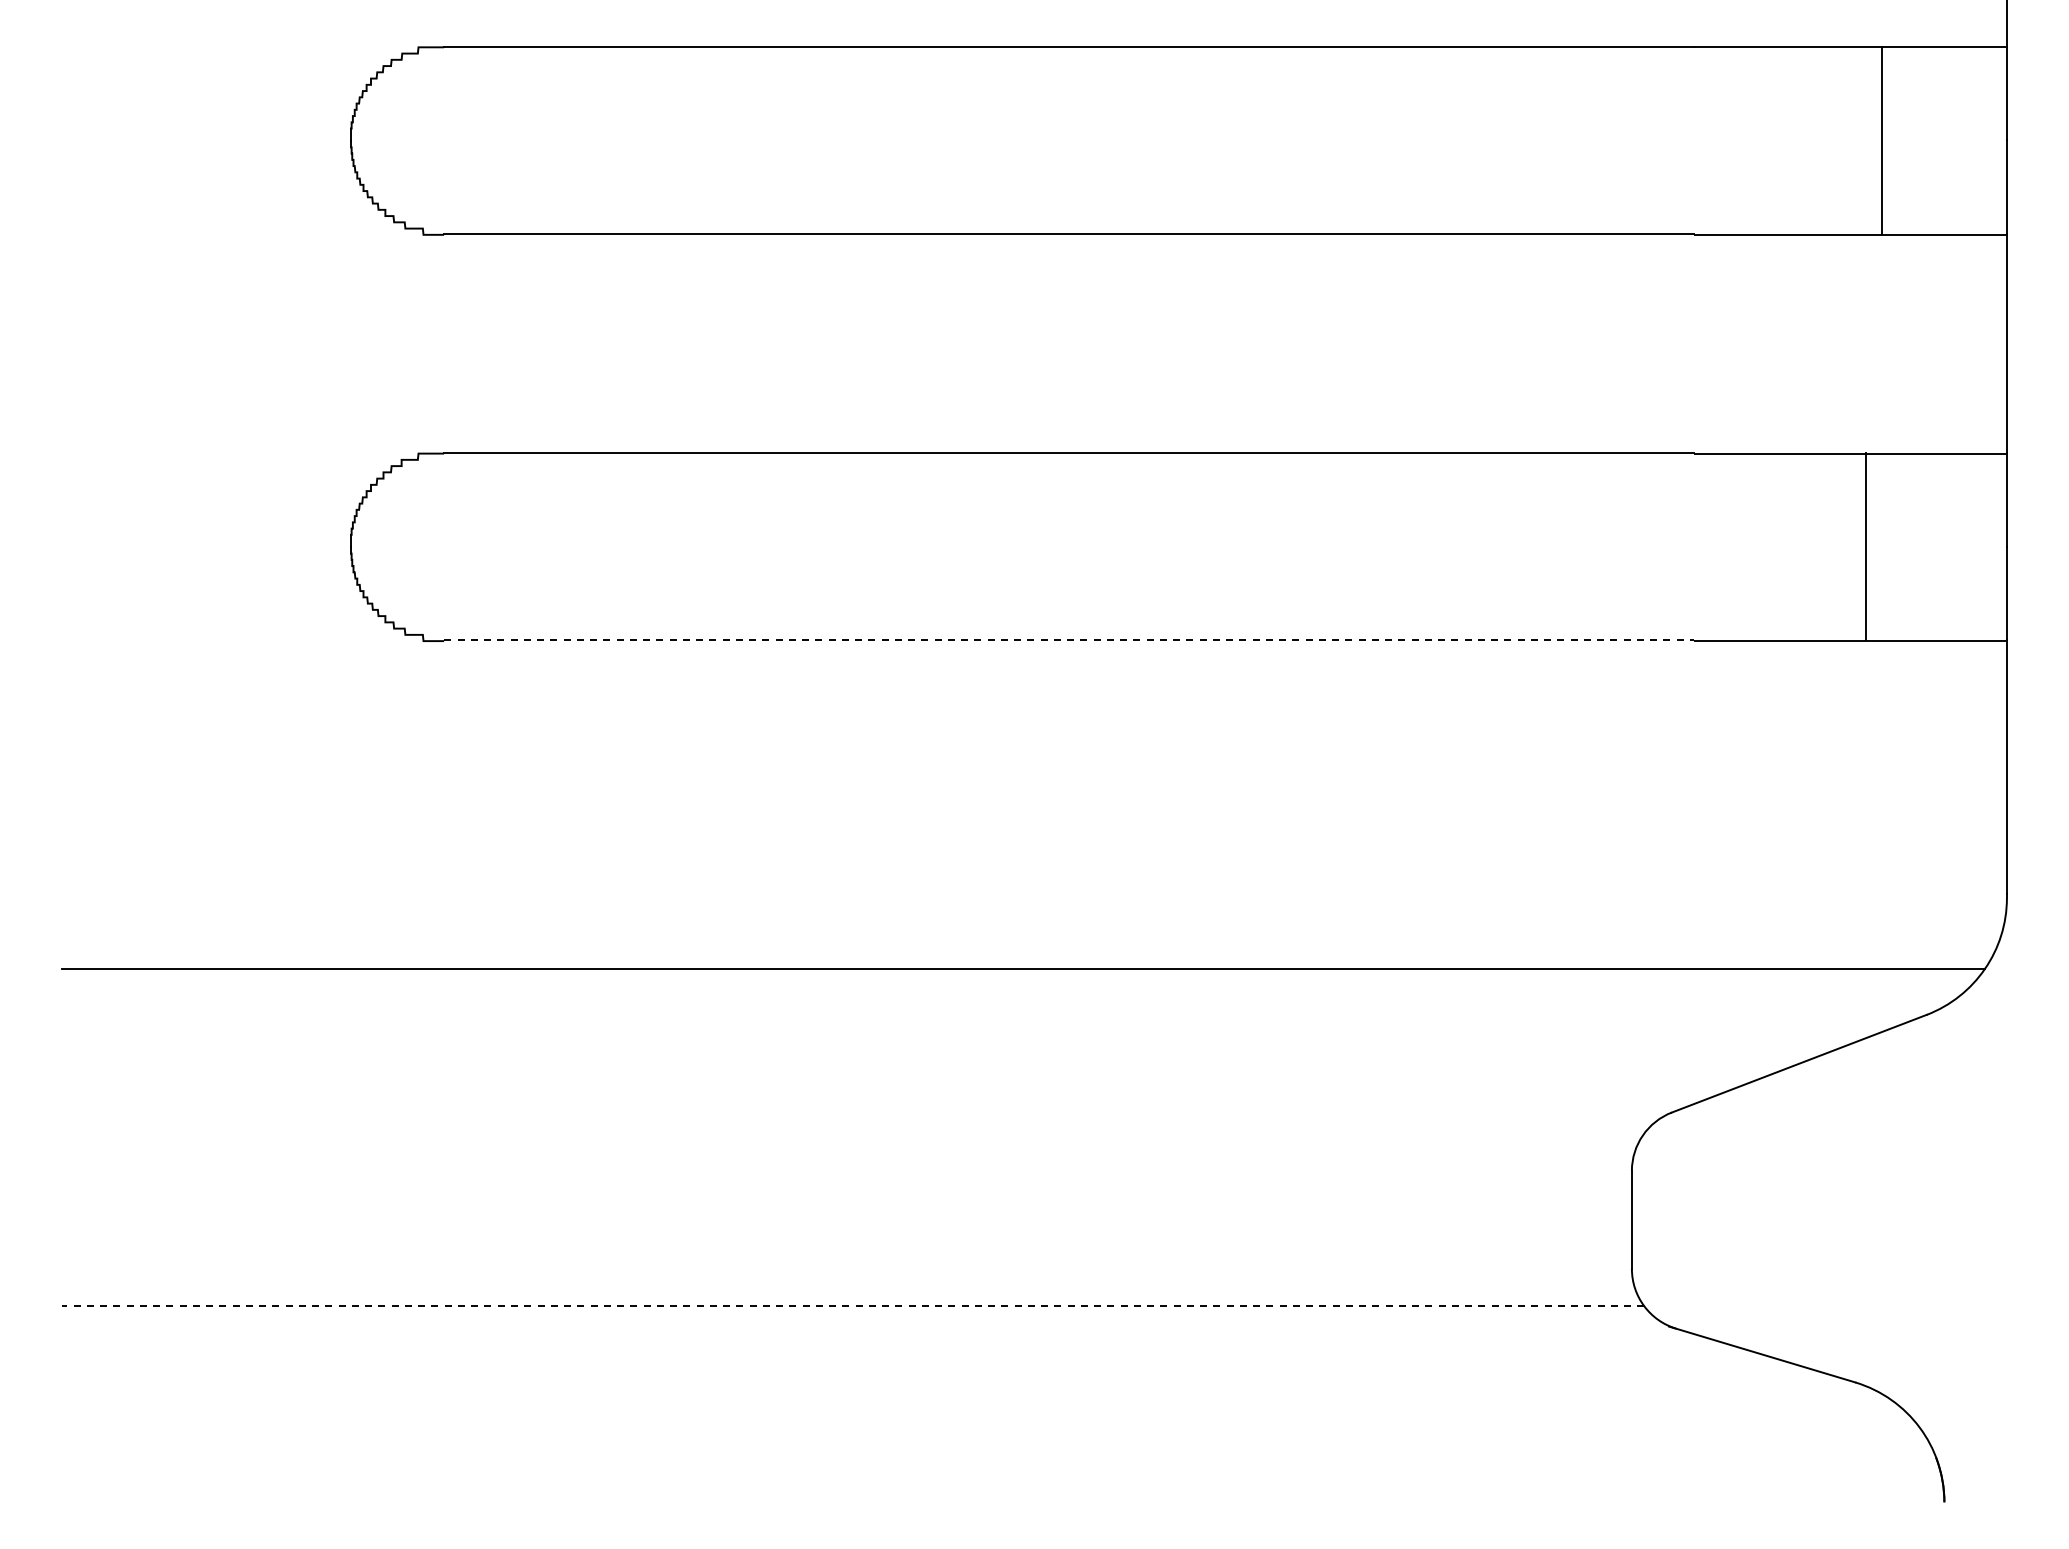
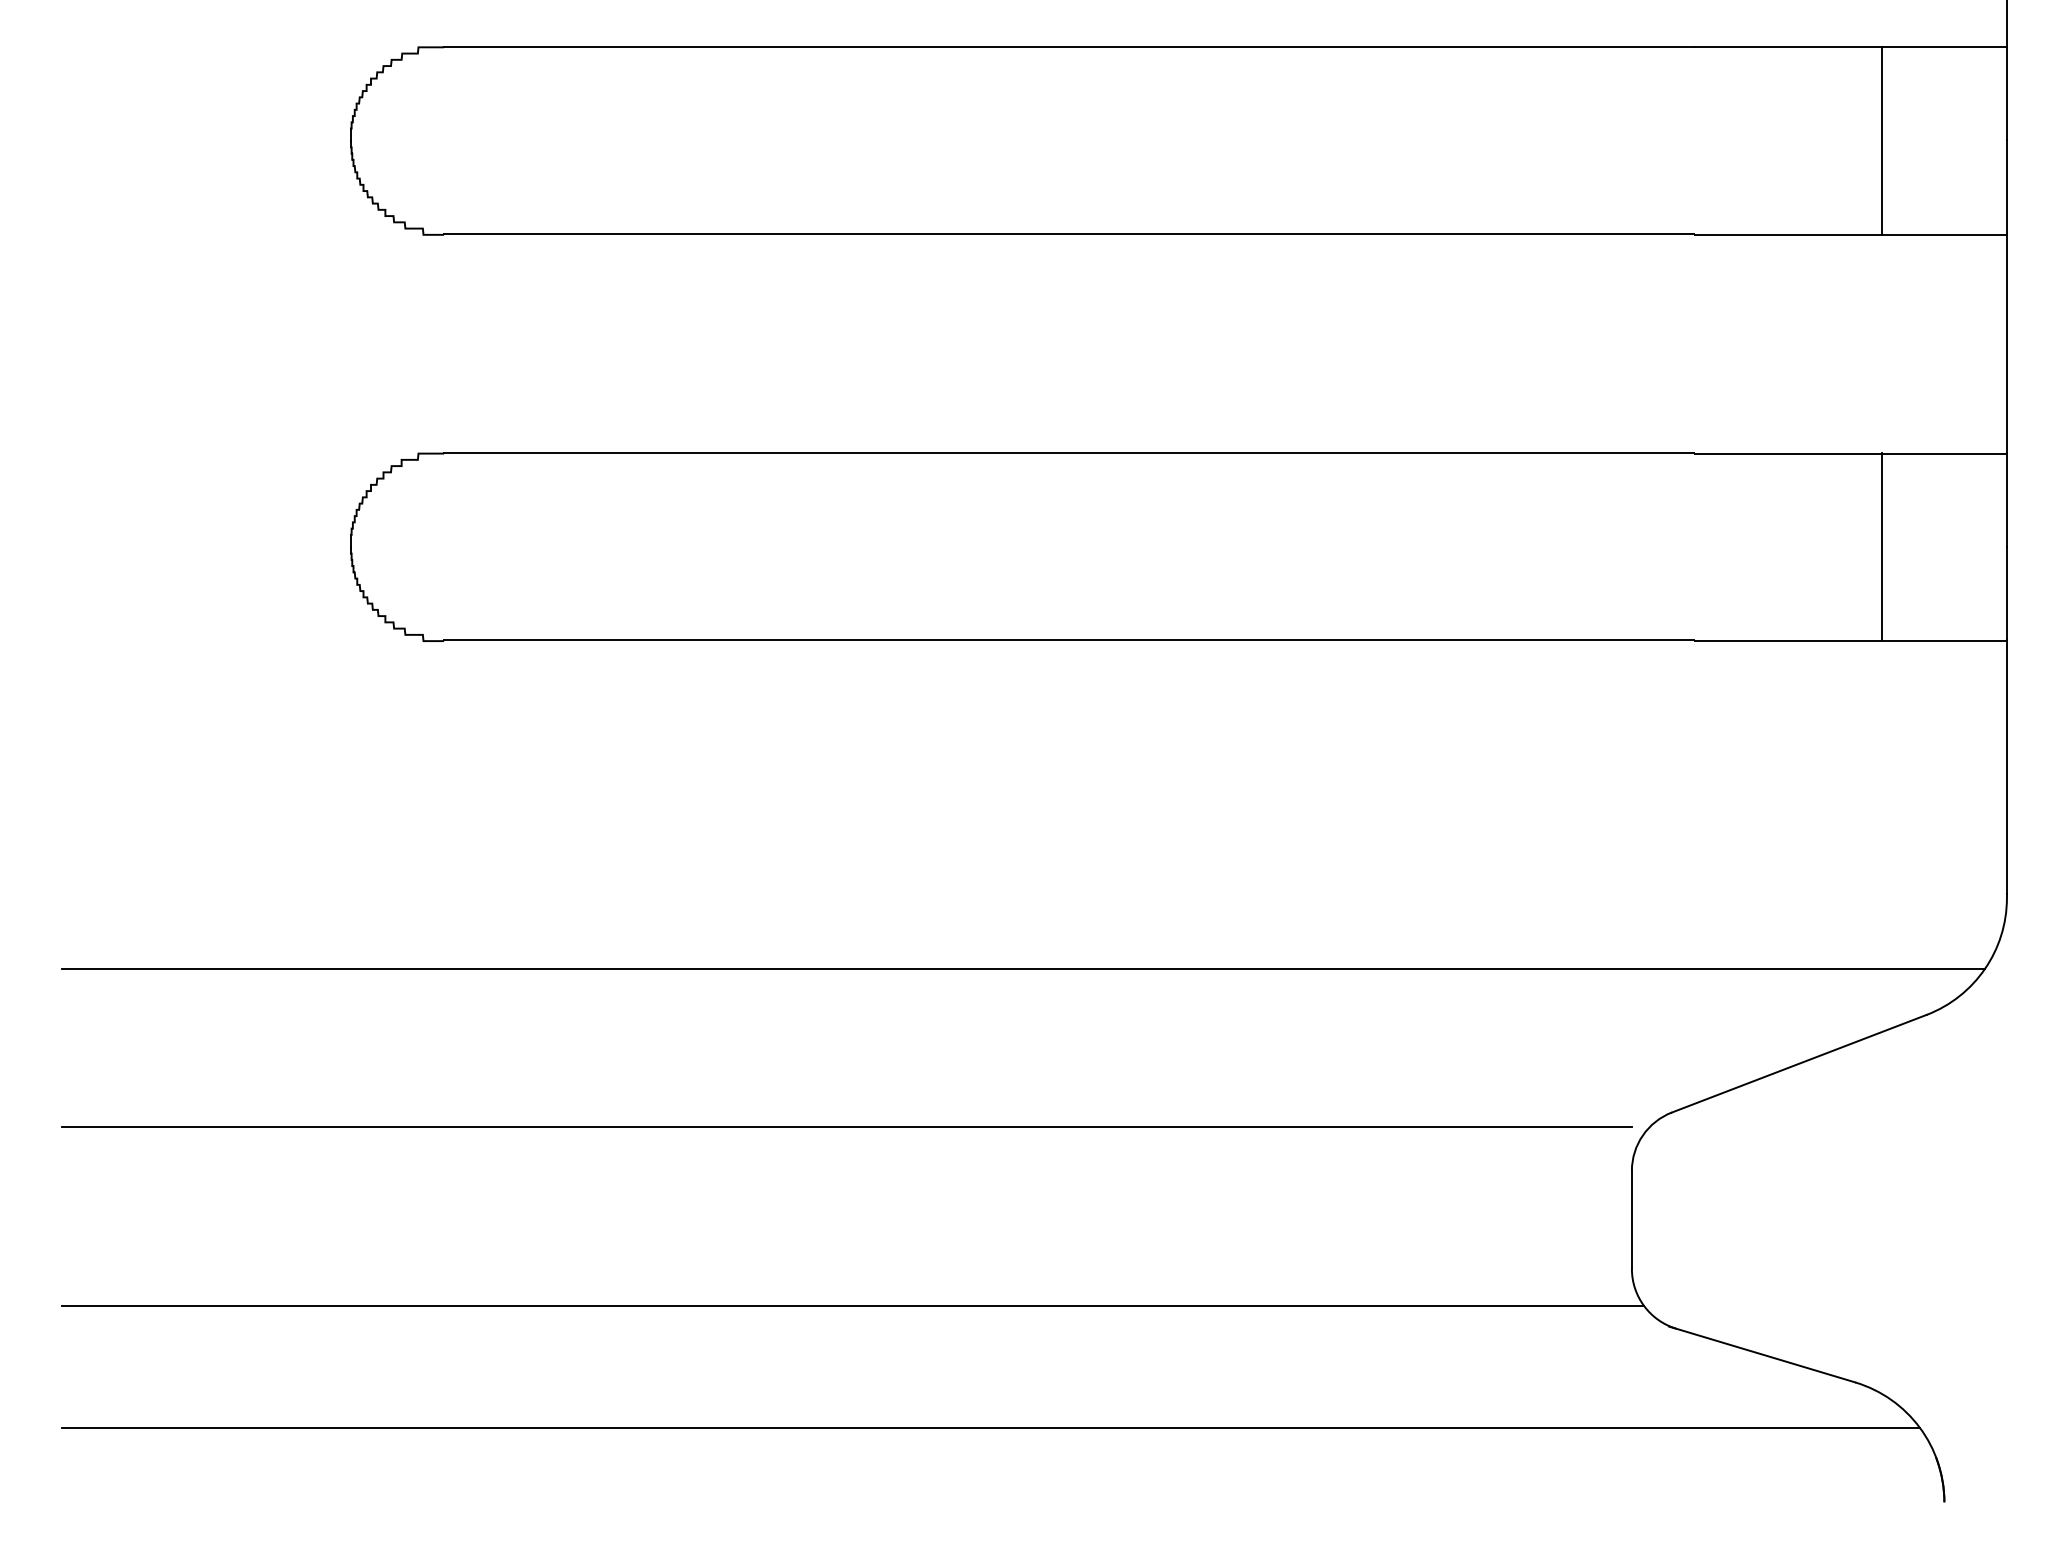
line at (1865, 546) position: (1865, 546) -> (1881, 546)
line at (1069, 640): dashed -> solid
line at (846, 1126): none -> present
line at (852, 1306): dashed -> solid
line at (990, 1427): none -> present
